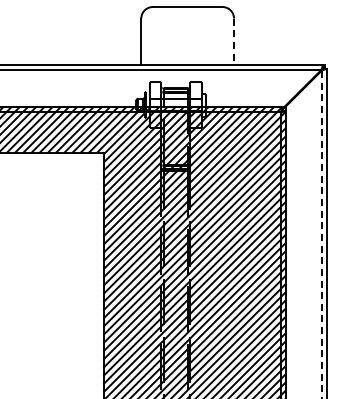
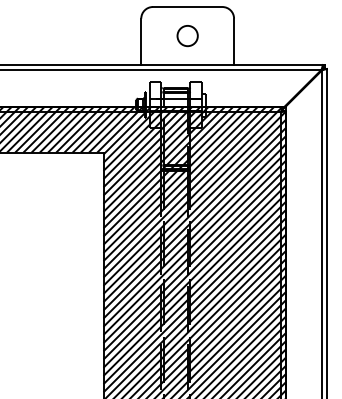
circle at (187, 36): none -> present
line at (234, 42): dashed -> solid
line at (321, 234): dashed -> solid
